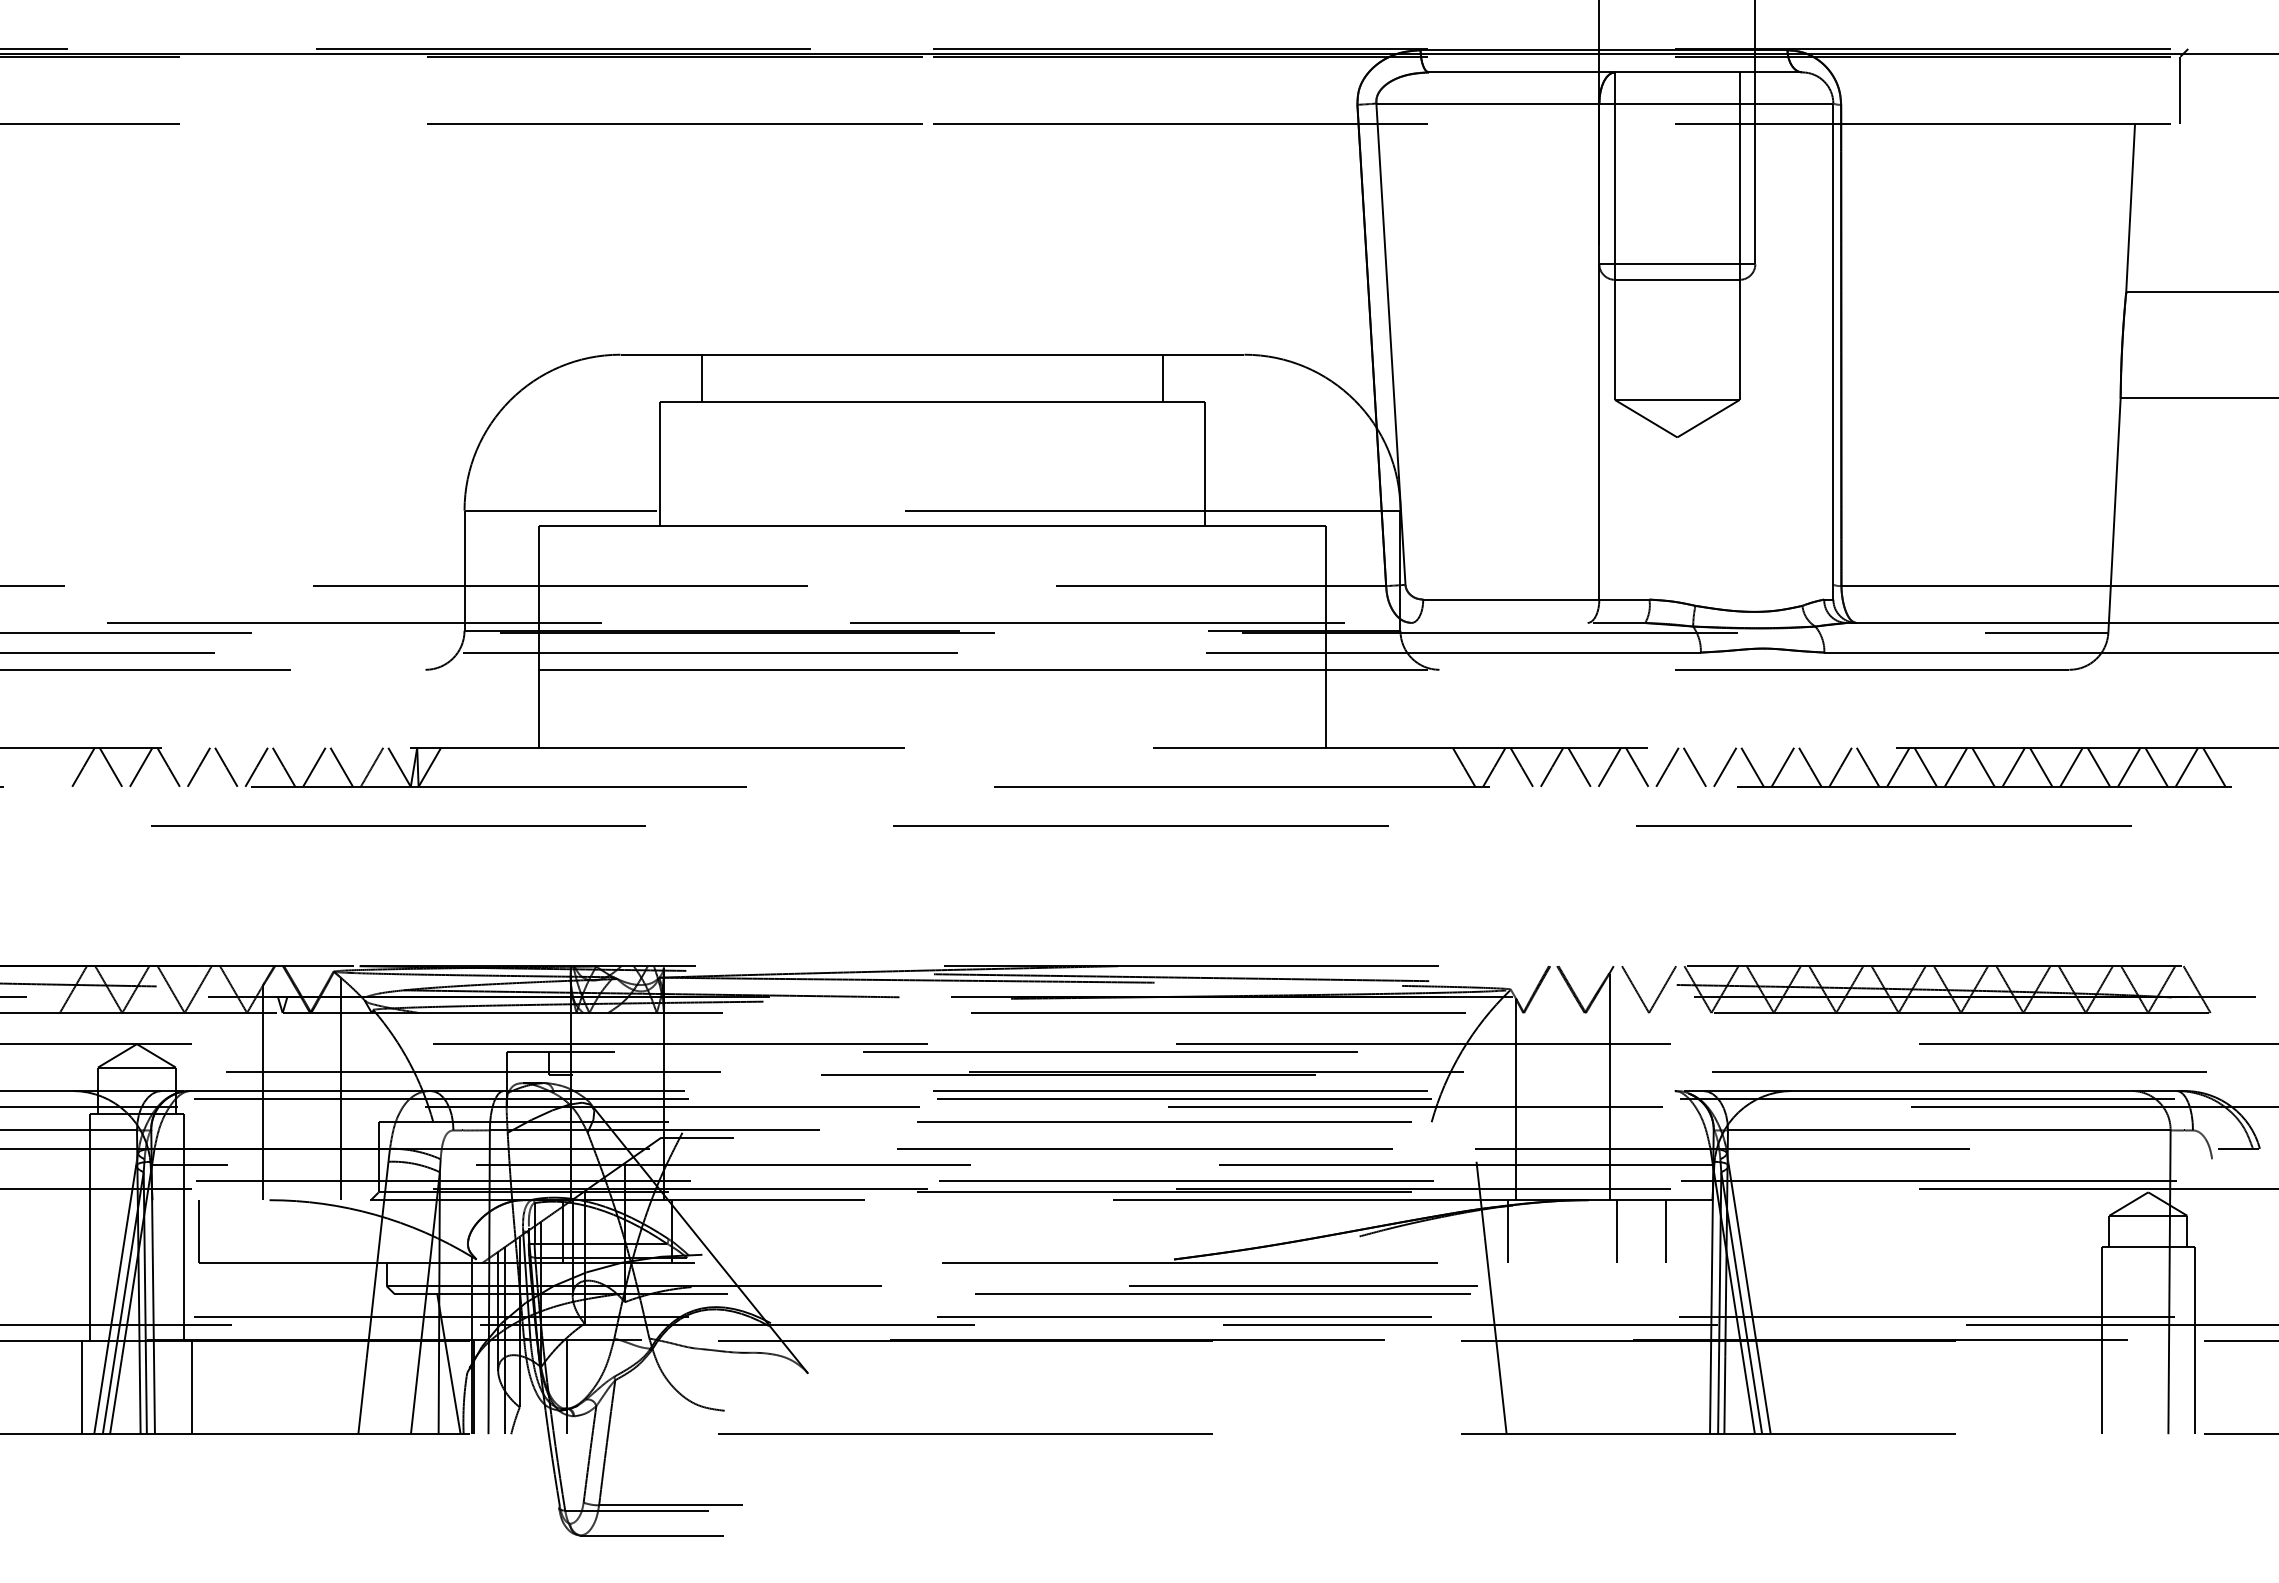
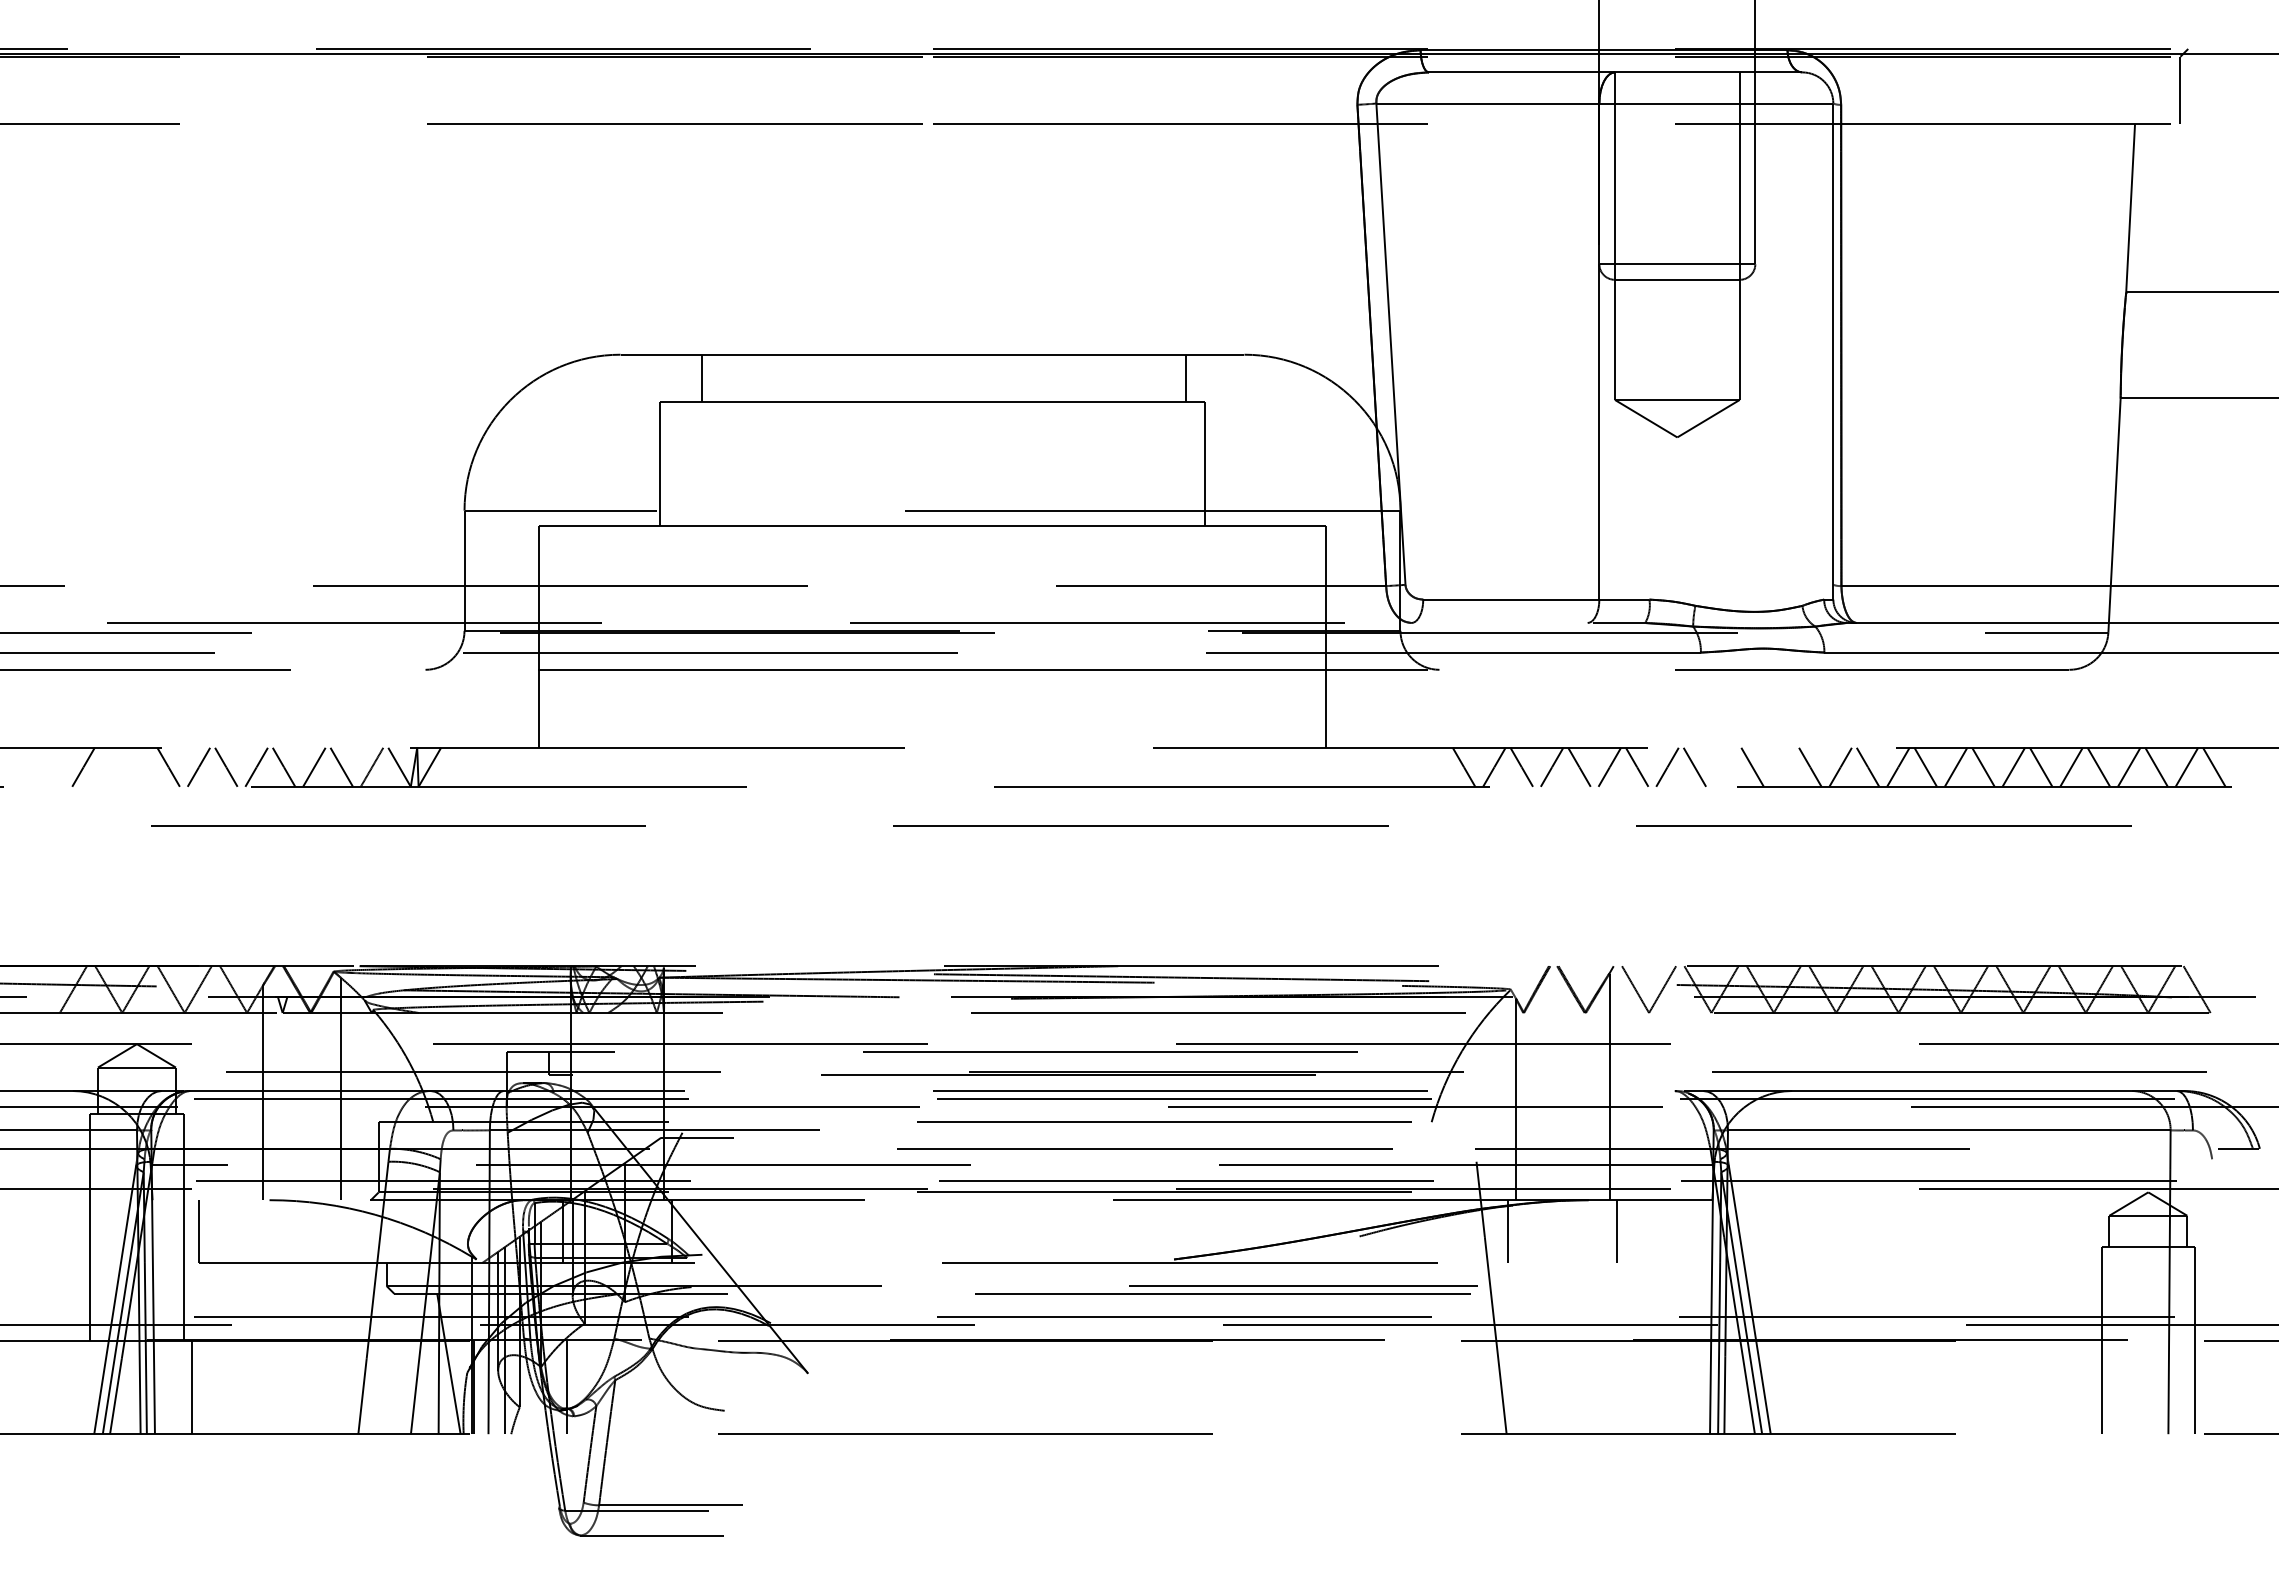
line at (1162, 377) position: (1162, 377) -> (1185, 377)
line at (110, 766): present -> none
line at (140, 766): present -> none
line at (1724, 766): present -> none
line at (1782, 766): present -> none
line at (1665, 1231): present -> none
line at (82, 1387): present -> none
